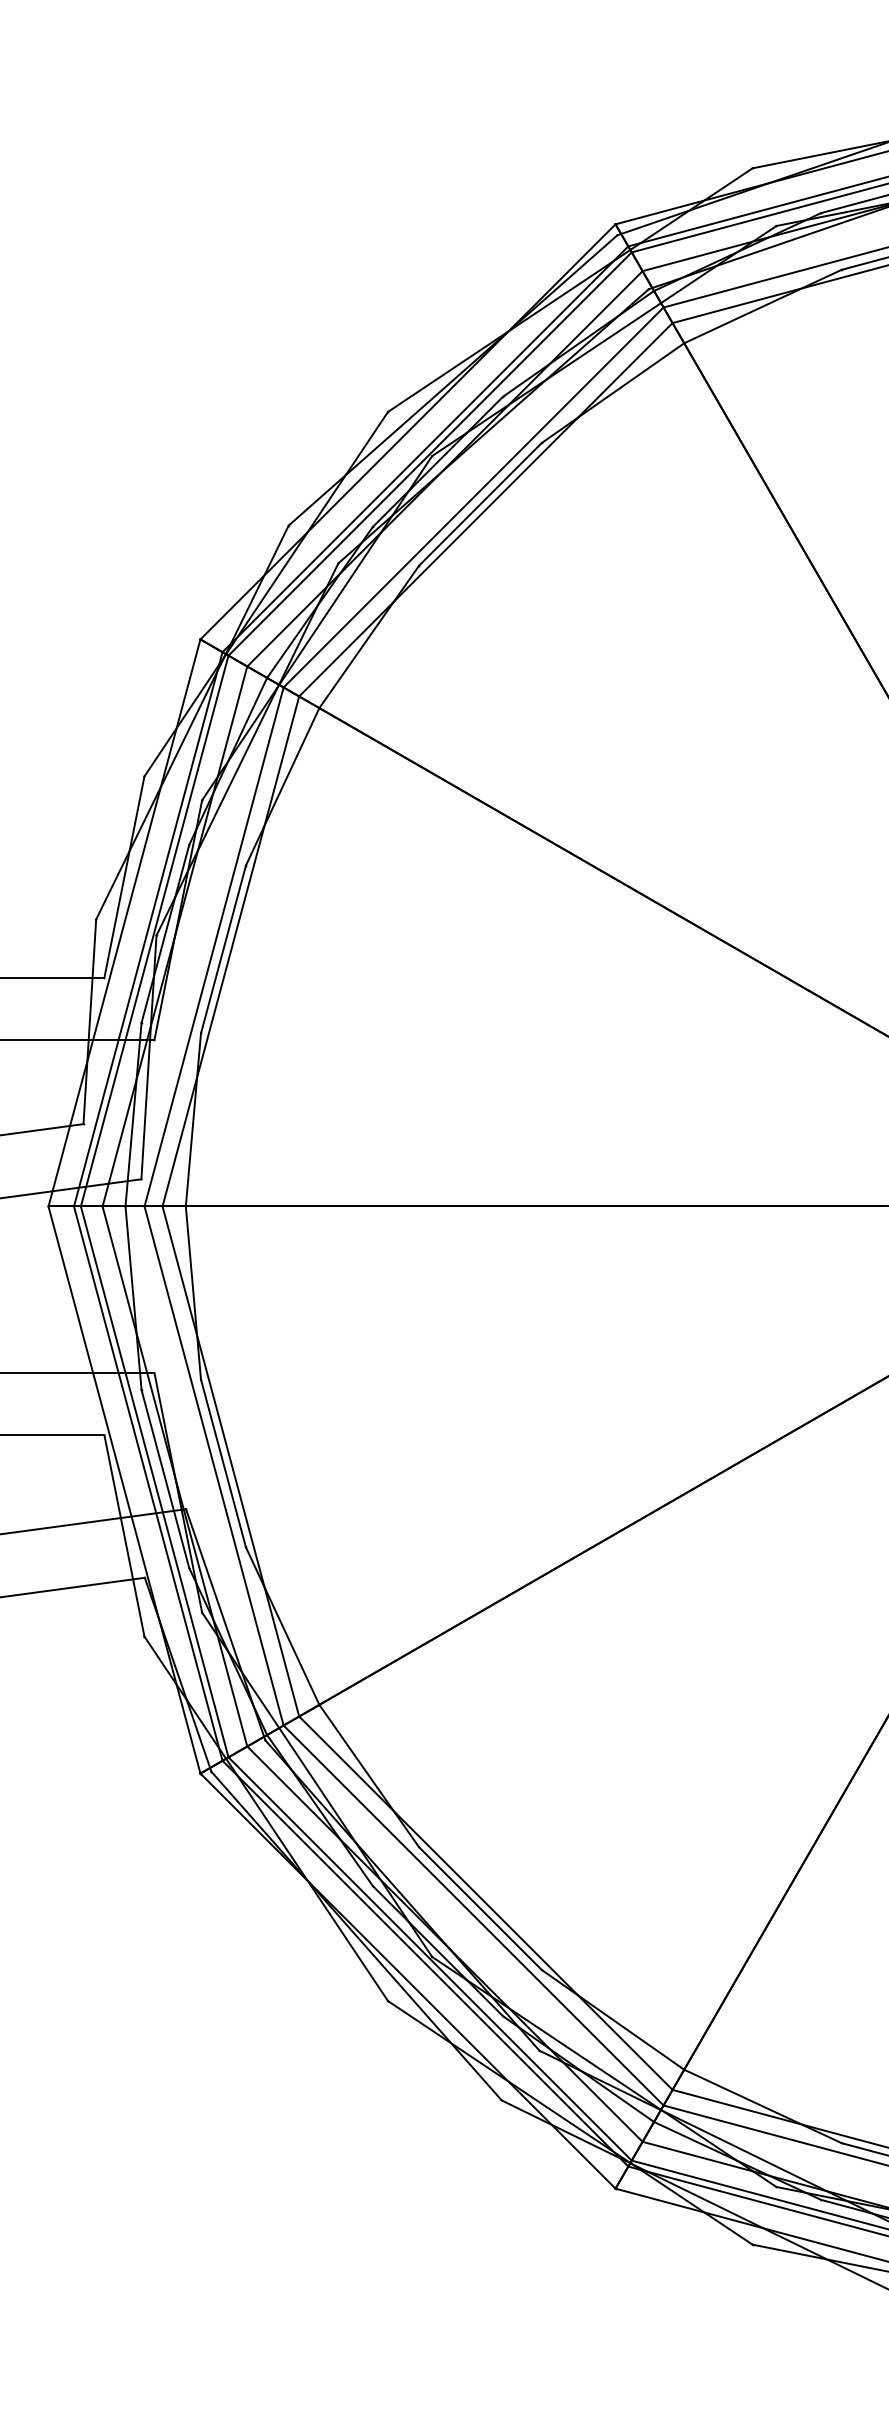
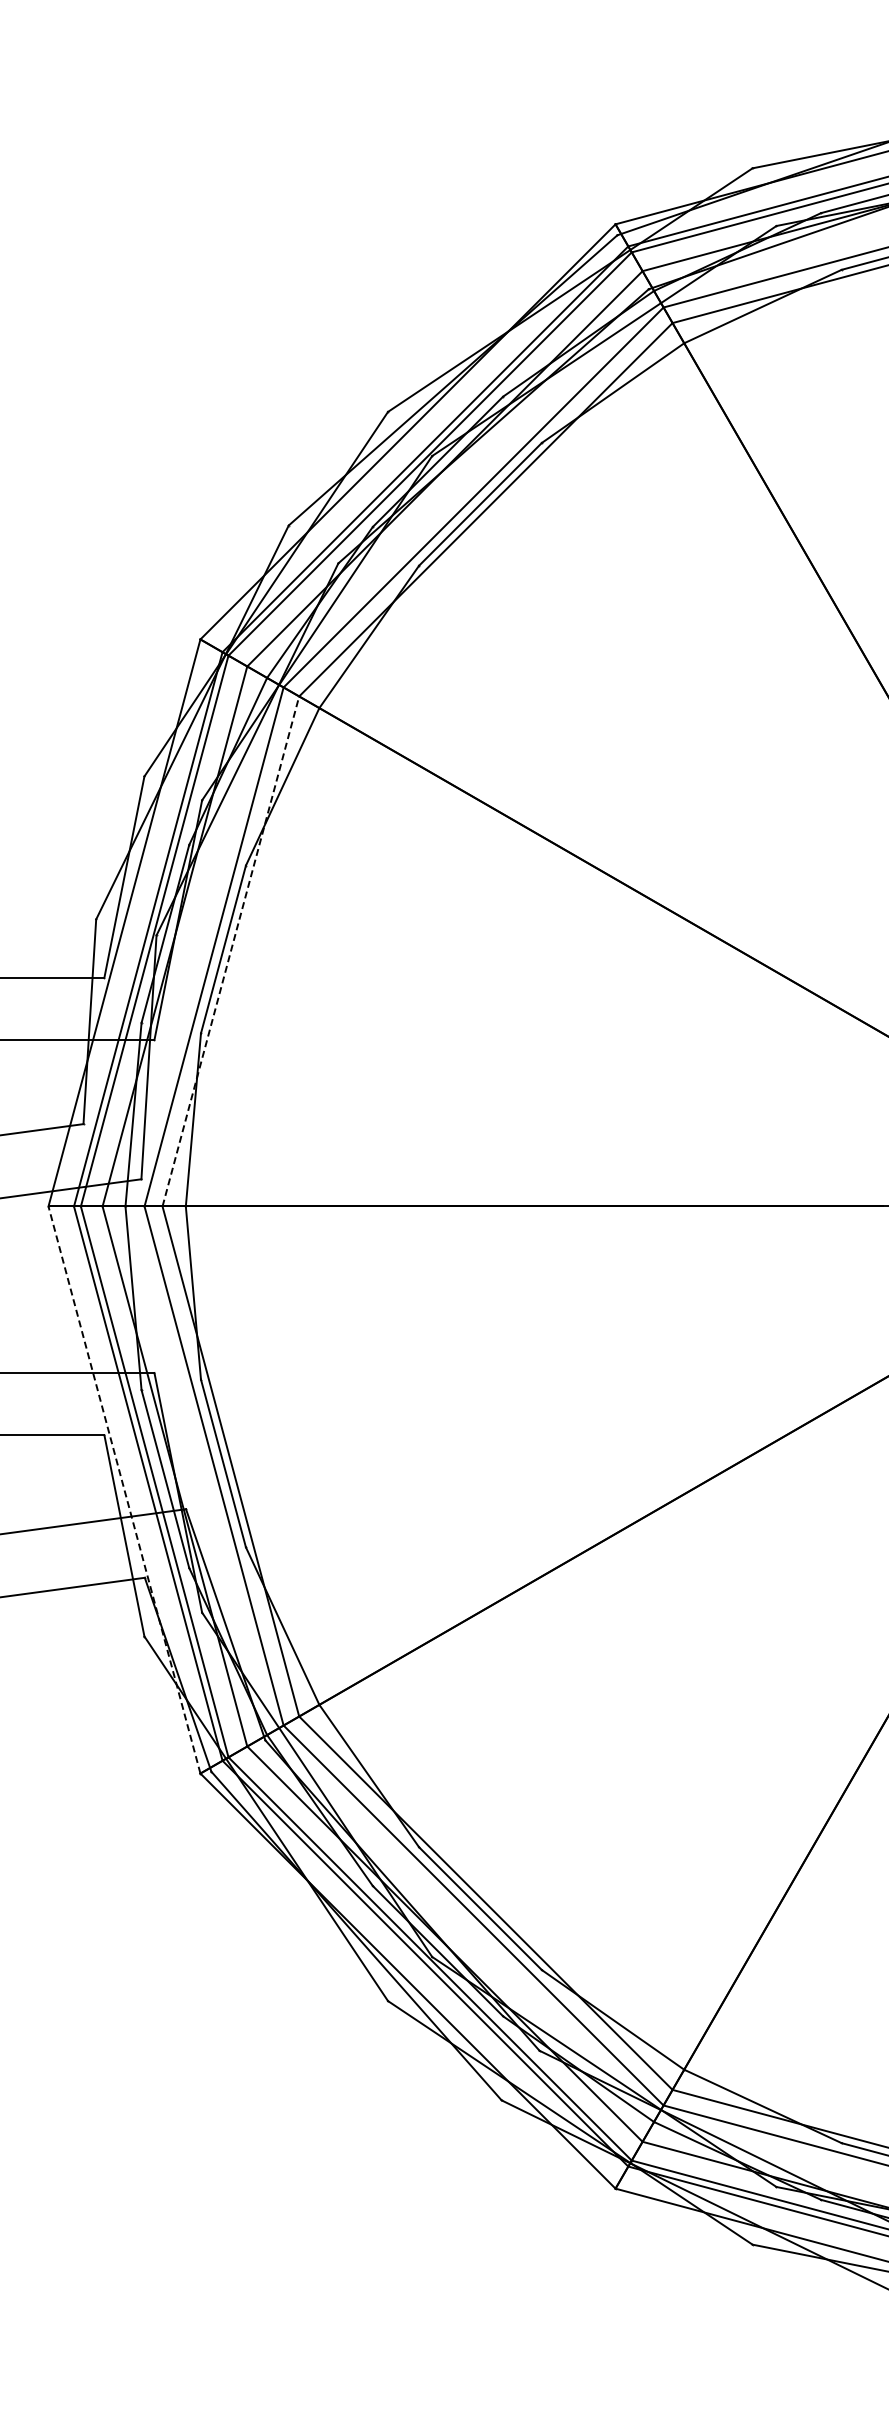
line at (231, 951): solid -> dashed
line at (124, 1490): solid -> dashed
